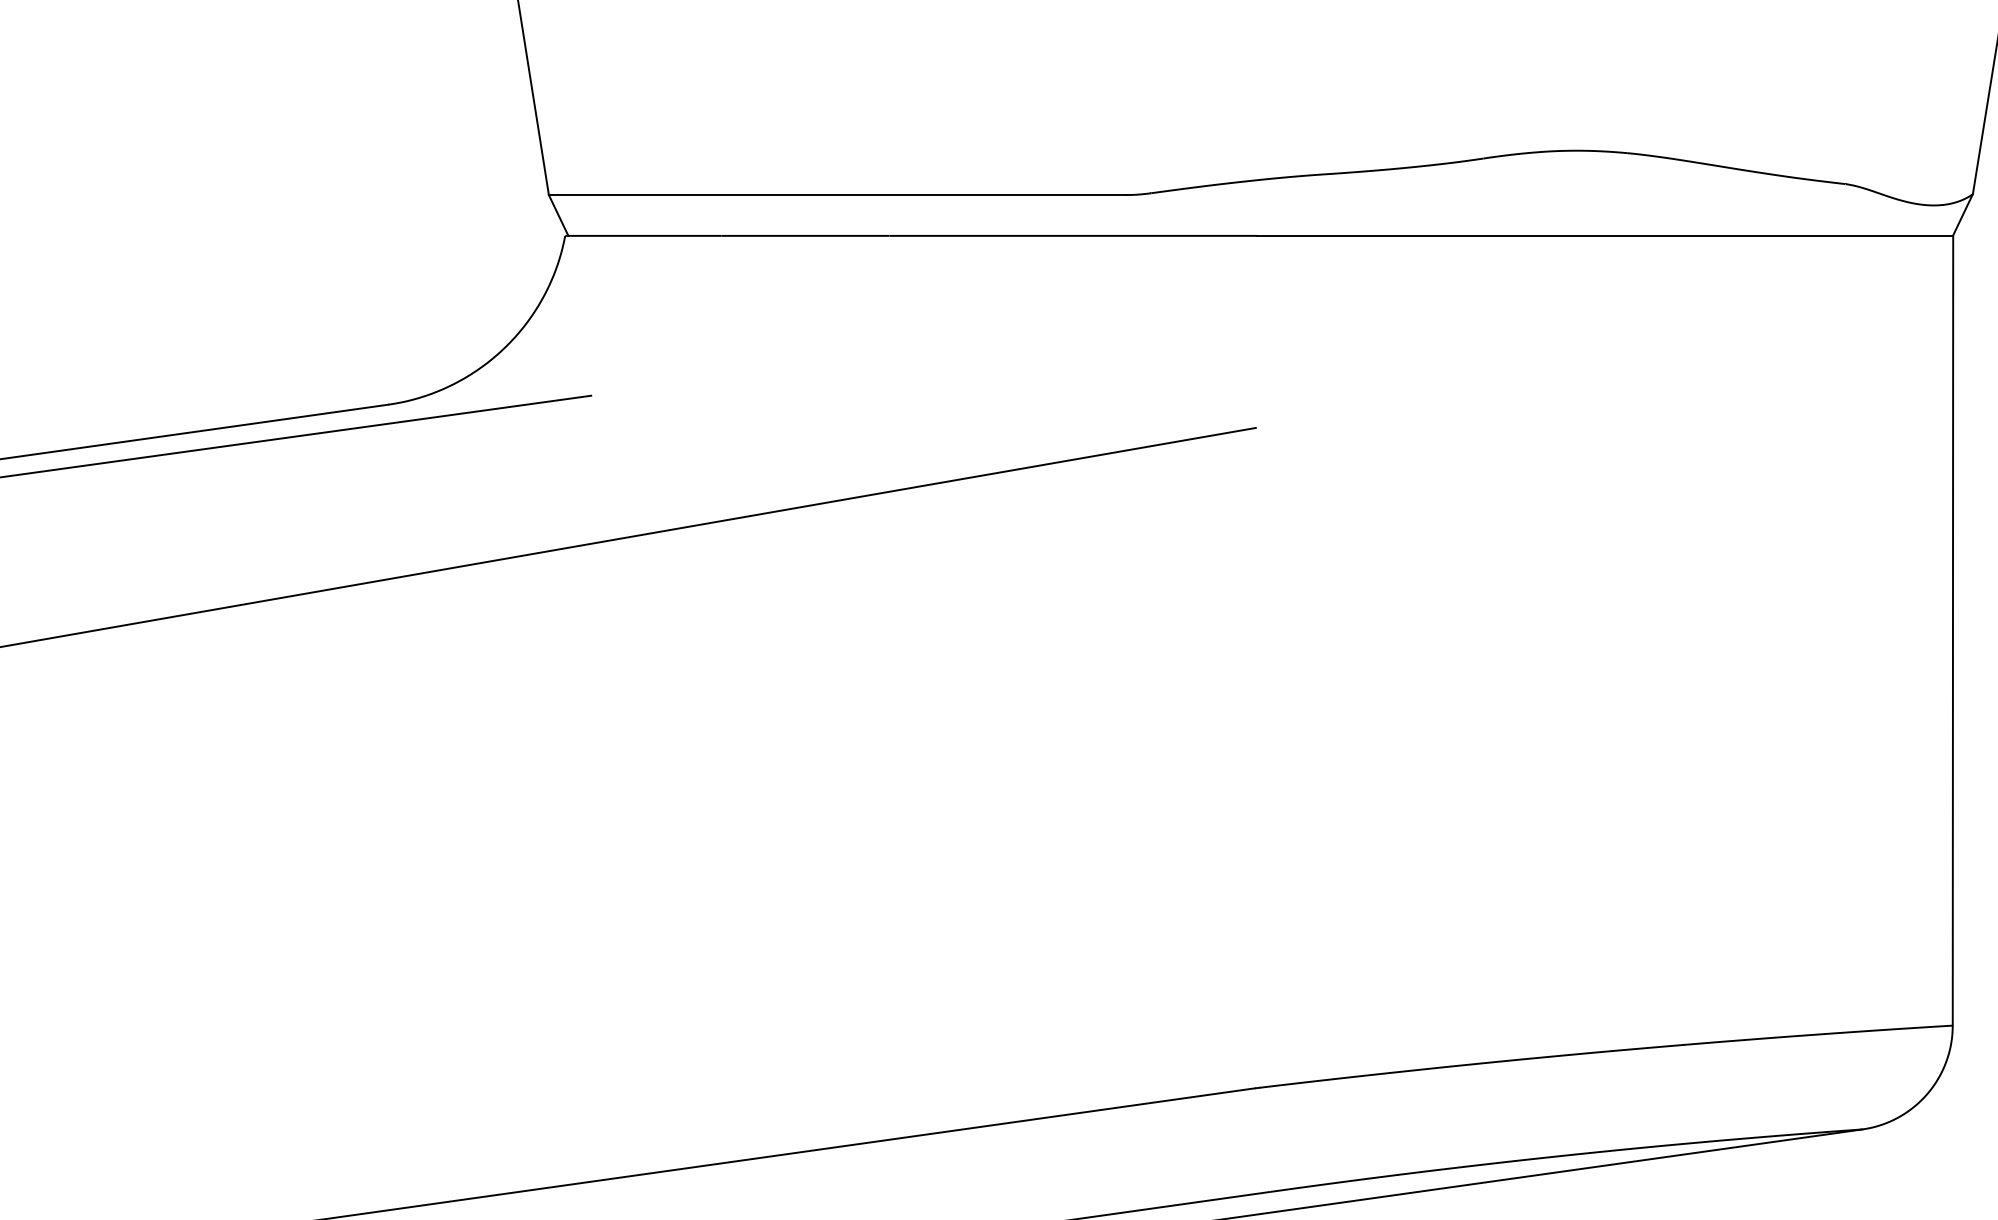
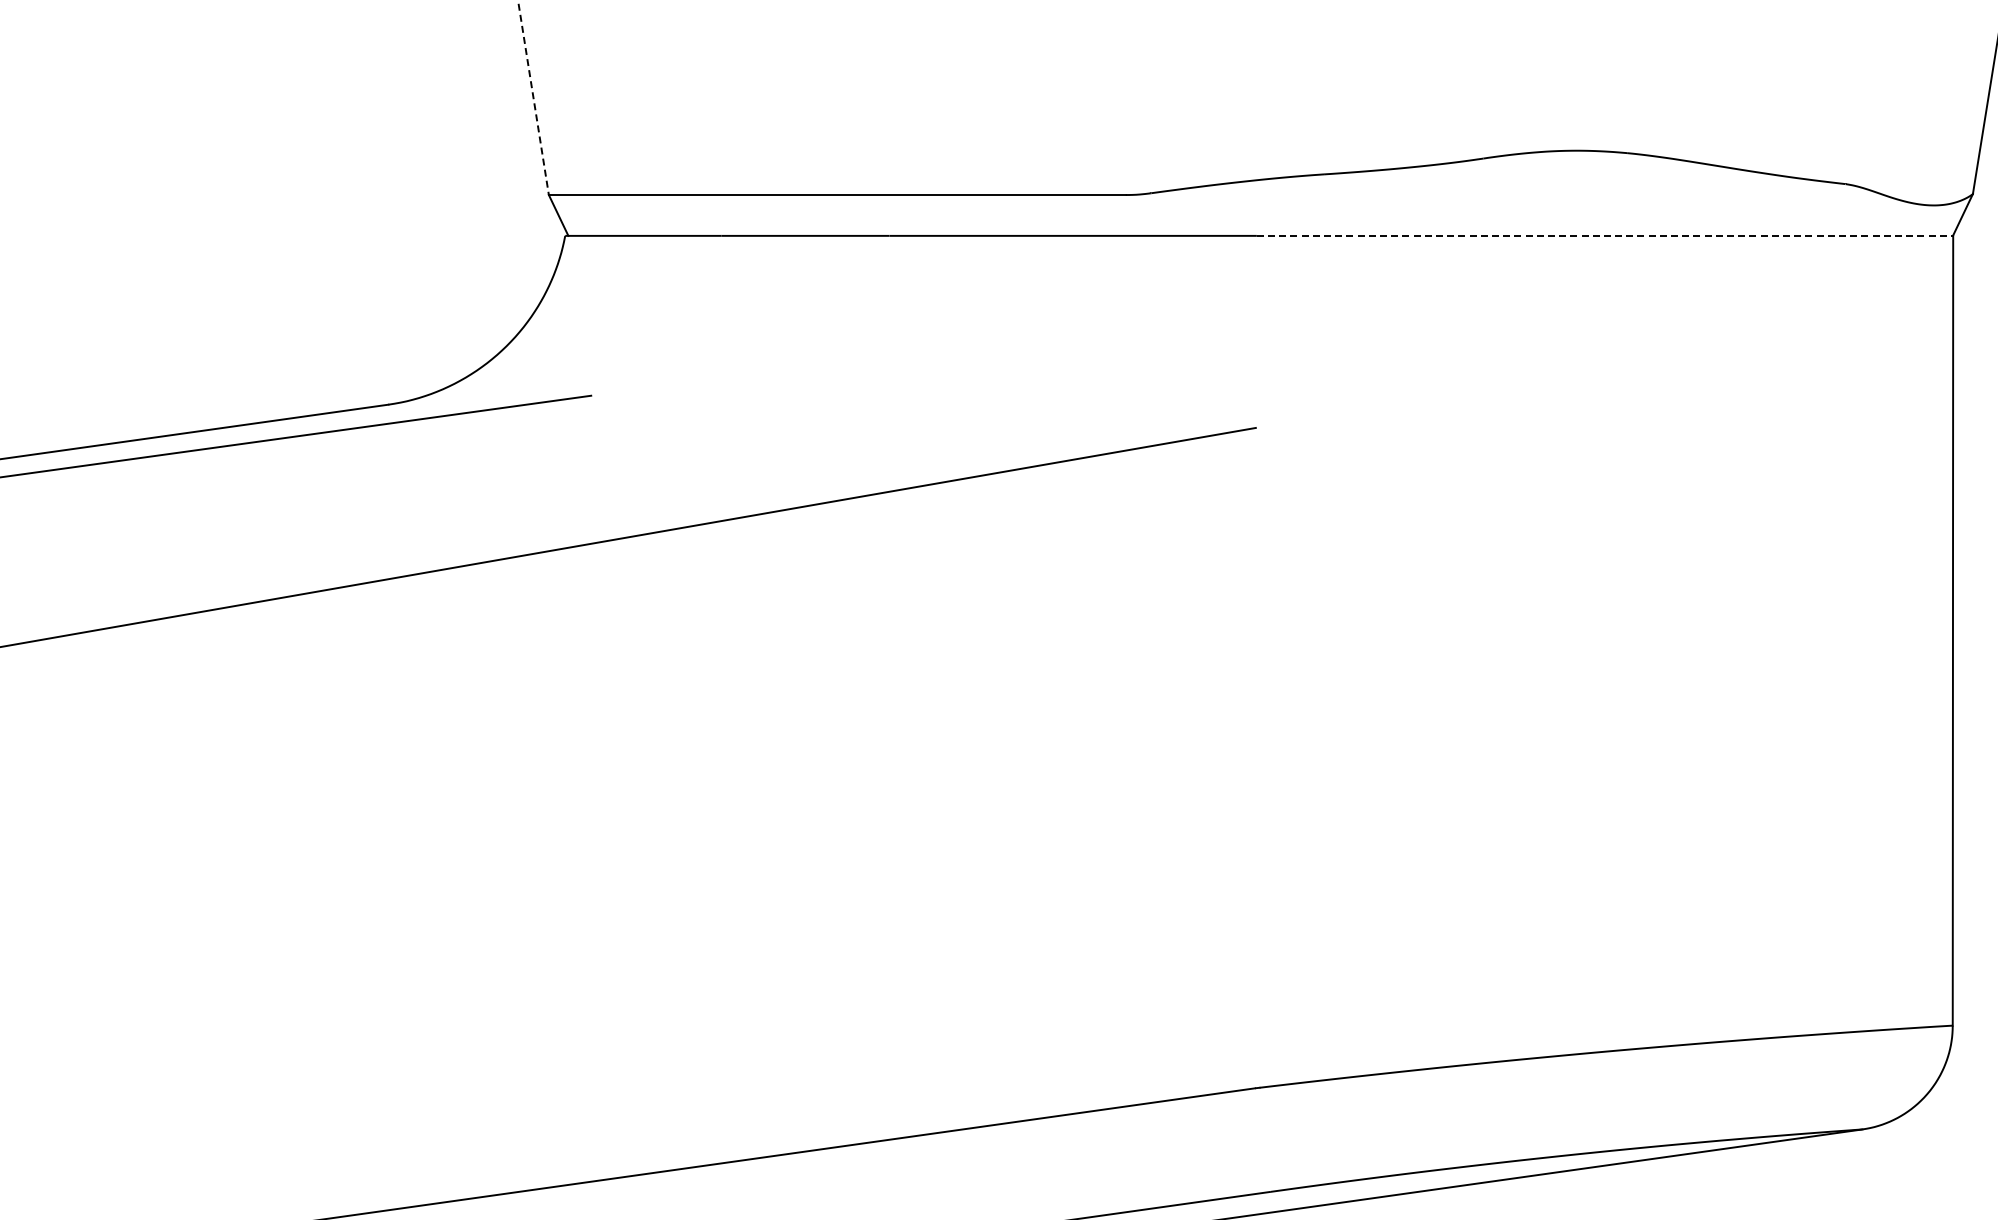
line at (533, 98): solid -> dashed
line at (1605, 235): solid -> dashed
